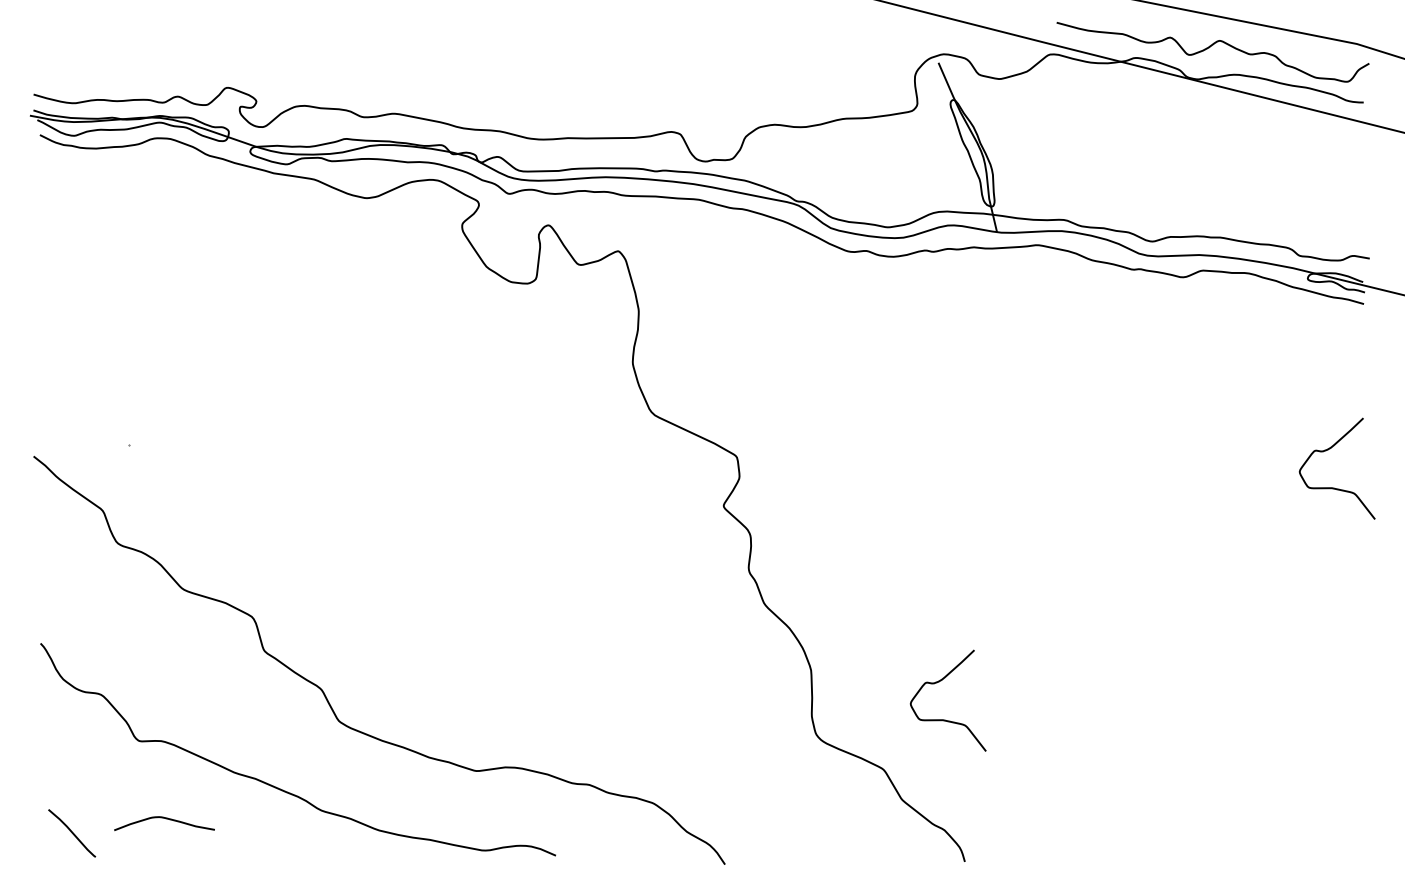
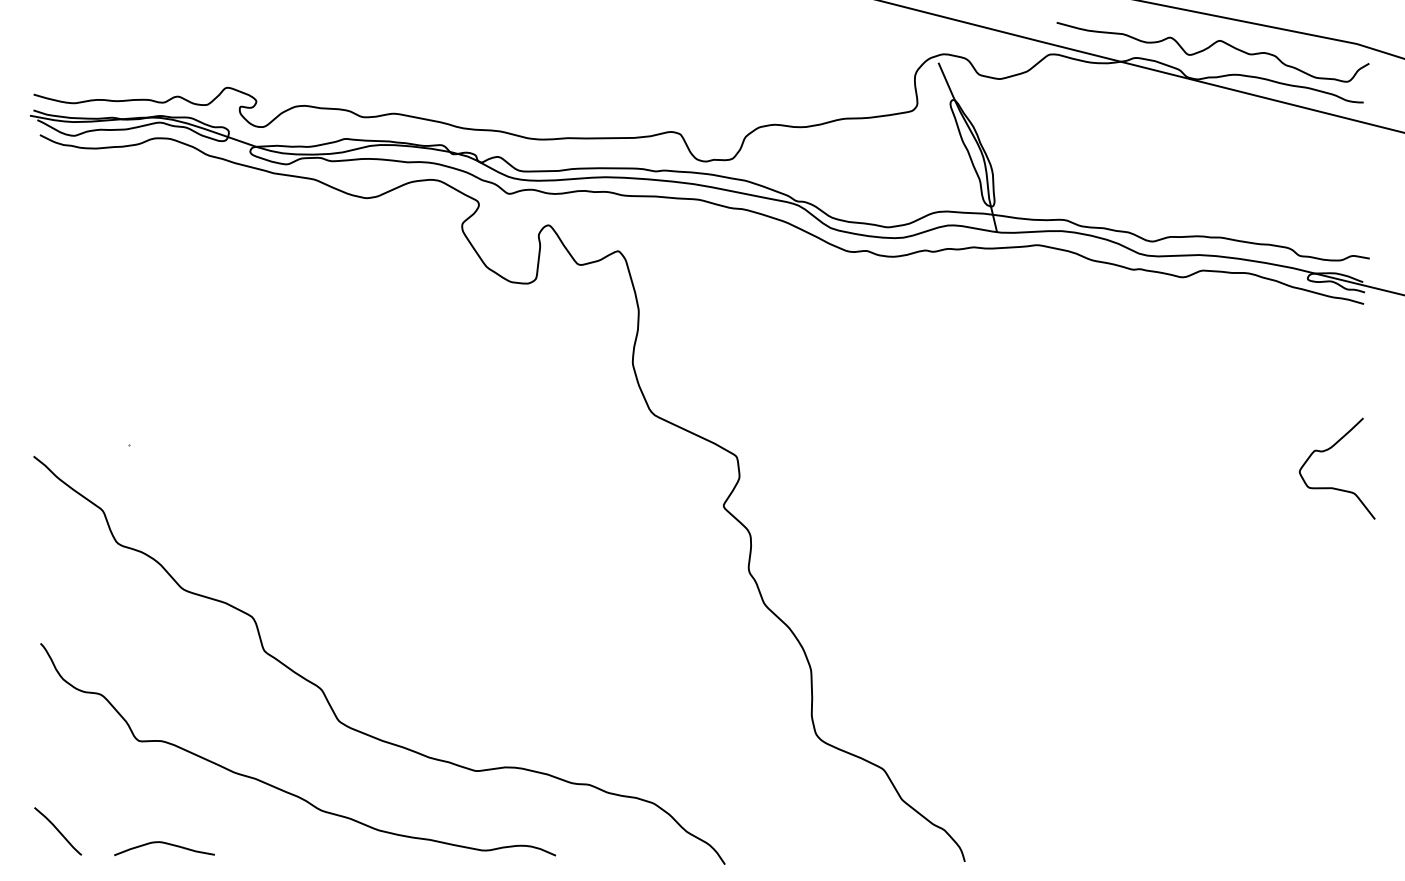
curve at (945, 719): present -> none
curve at (165, 819) position: (165, 819) -> (165, 844)
curve at (72, 833) position: (72, 833) -> (58, 831)
